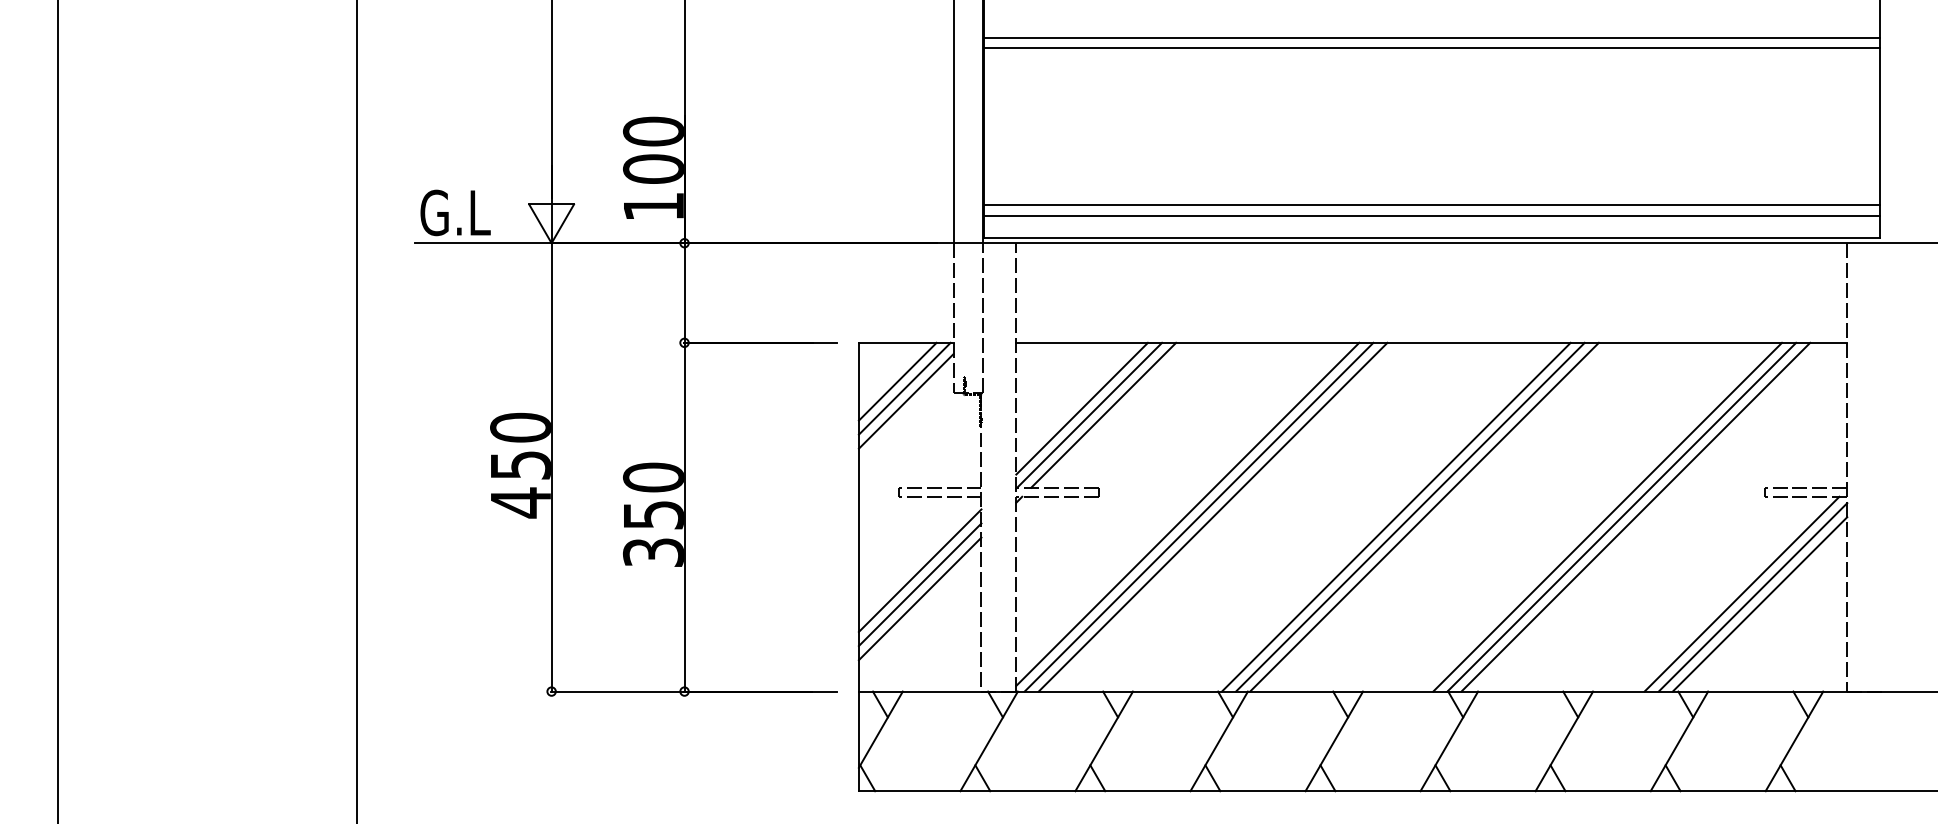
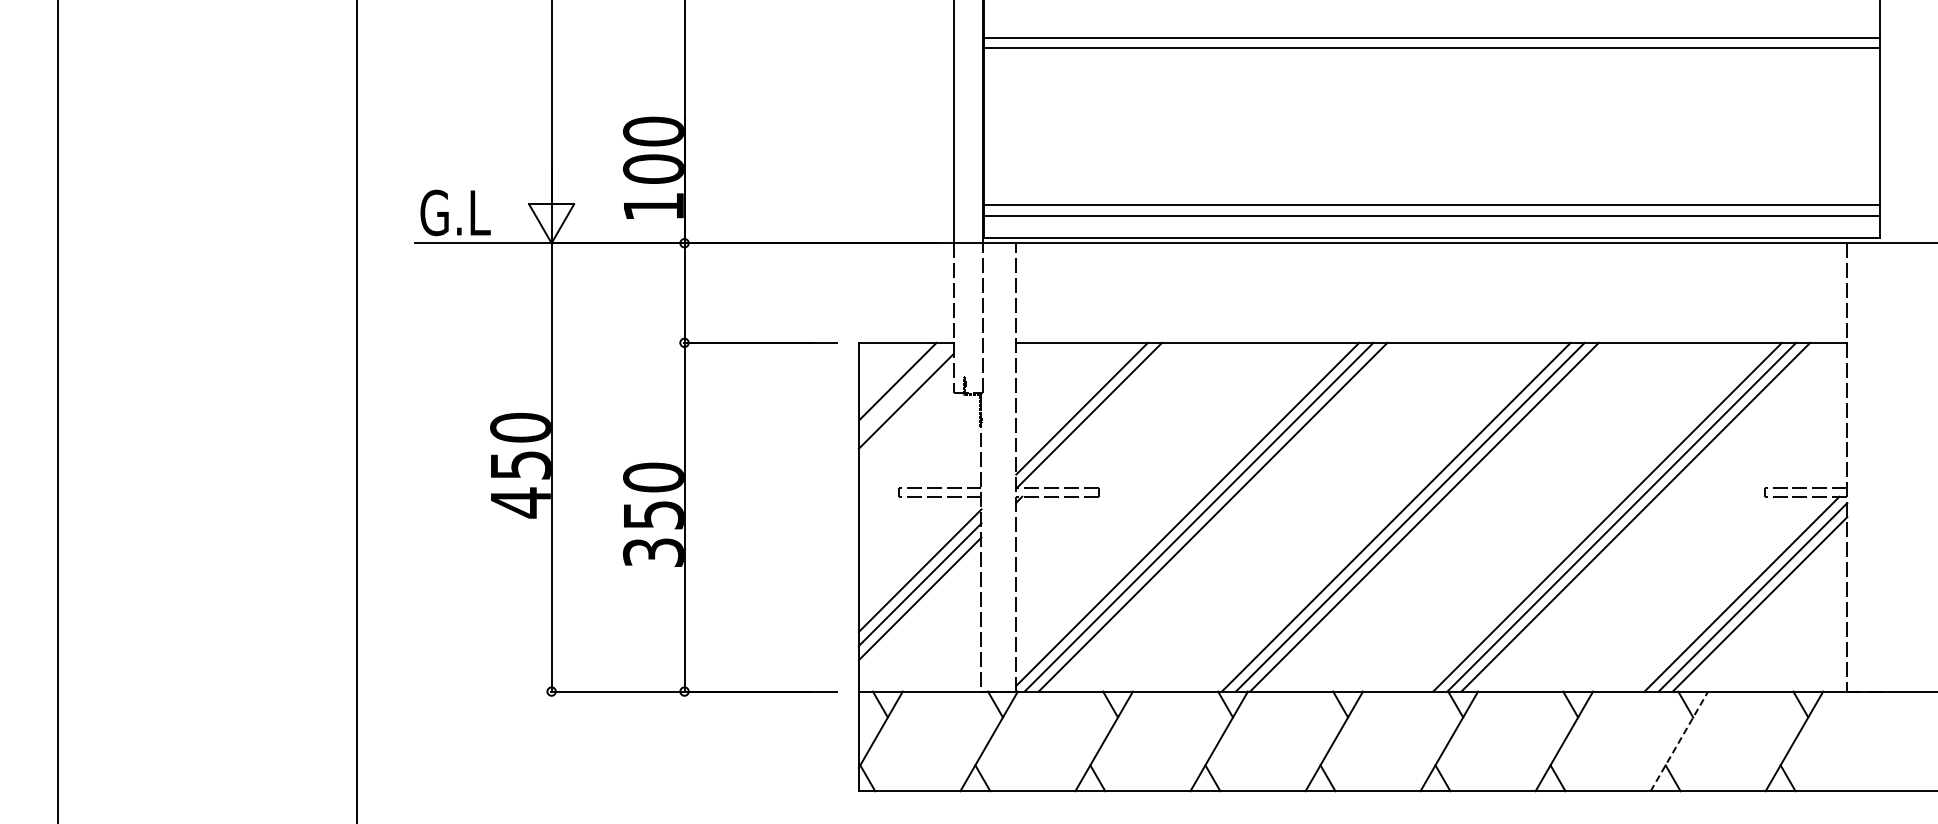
line at (904, 388): present -> none
line at (1103, 414): present -> none
line at (1679, 741): solid -> dashed
